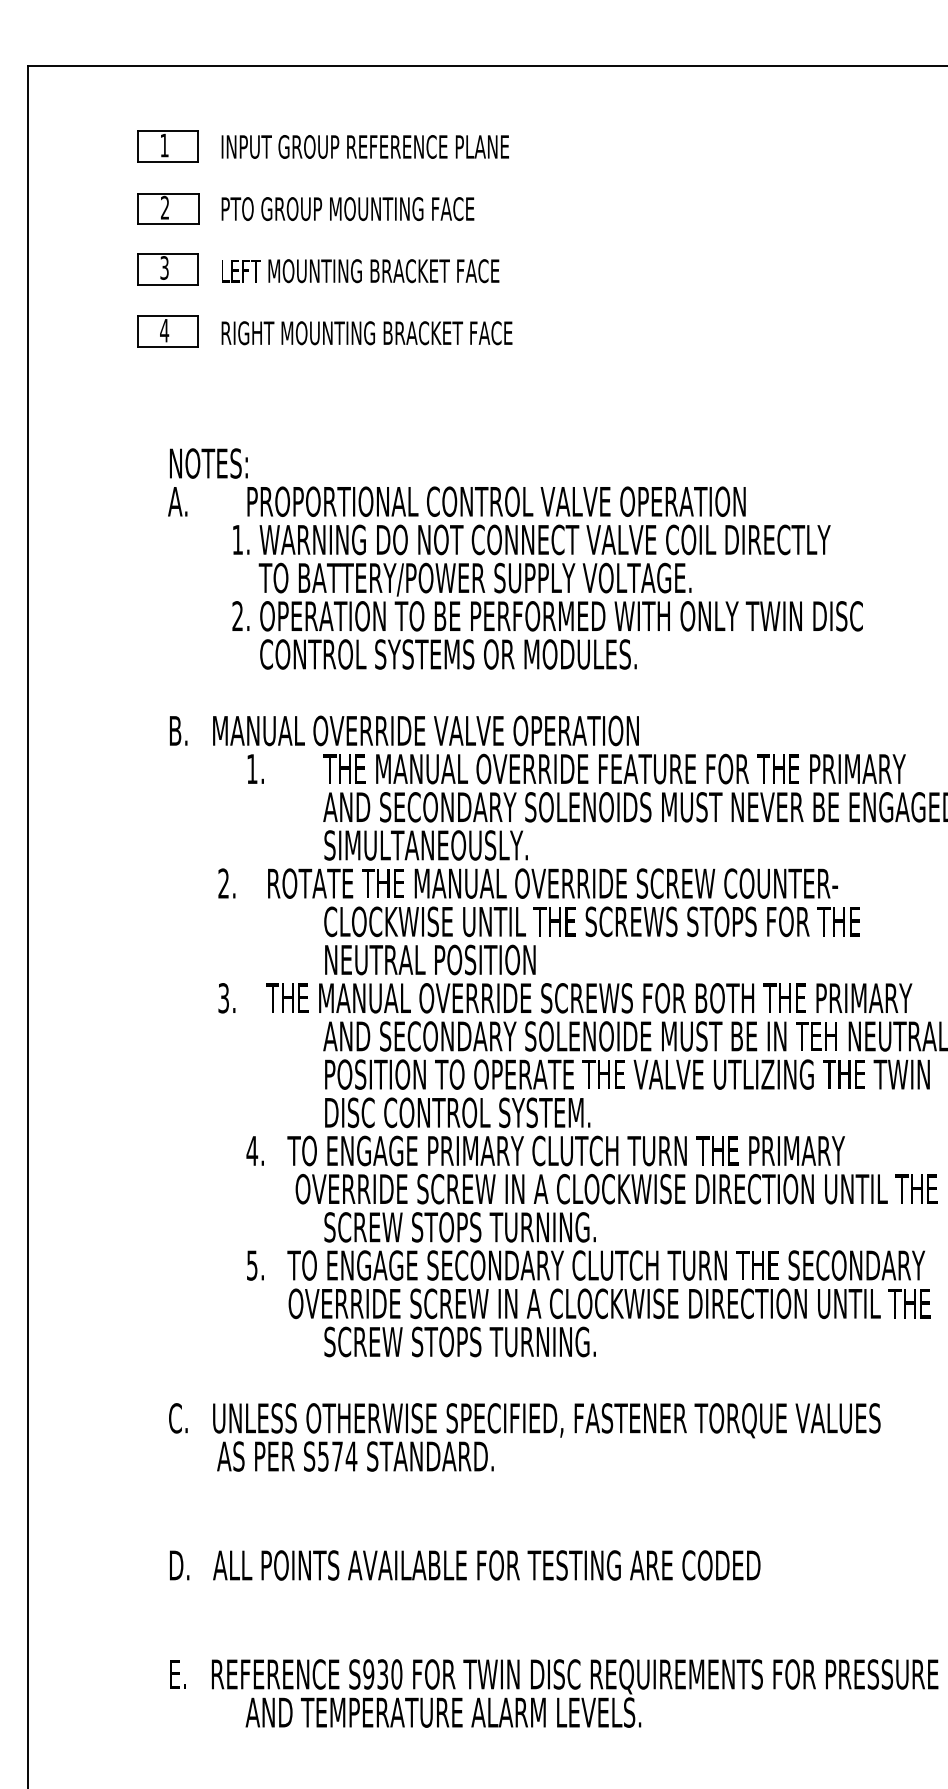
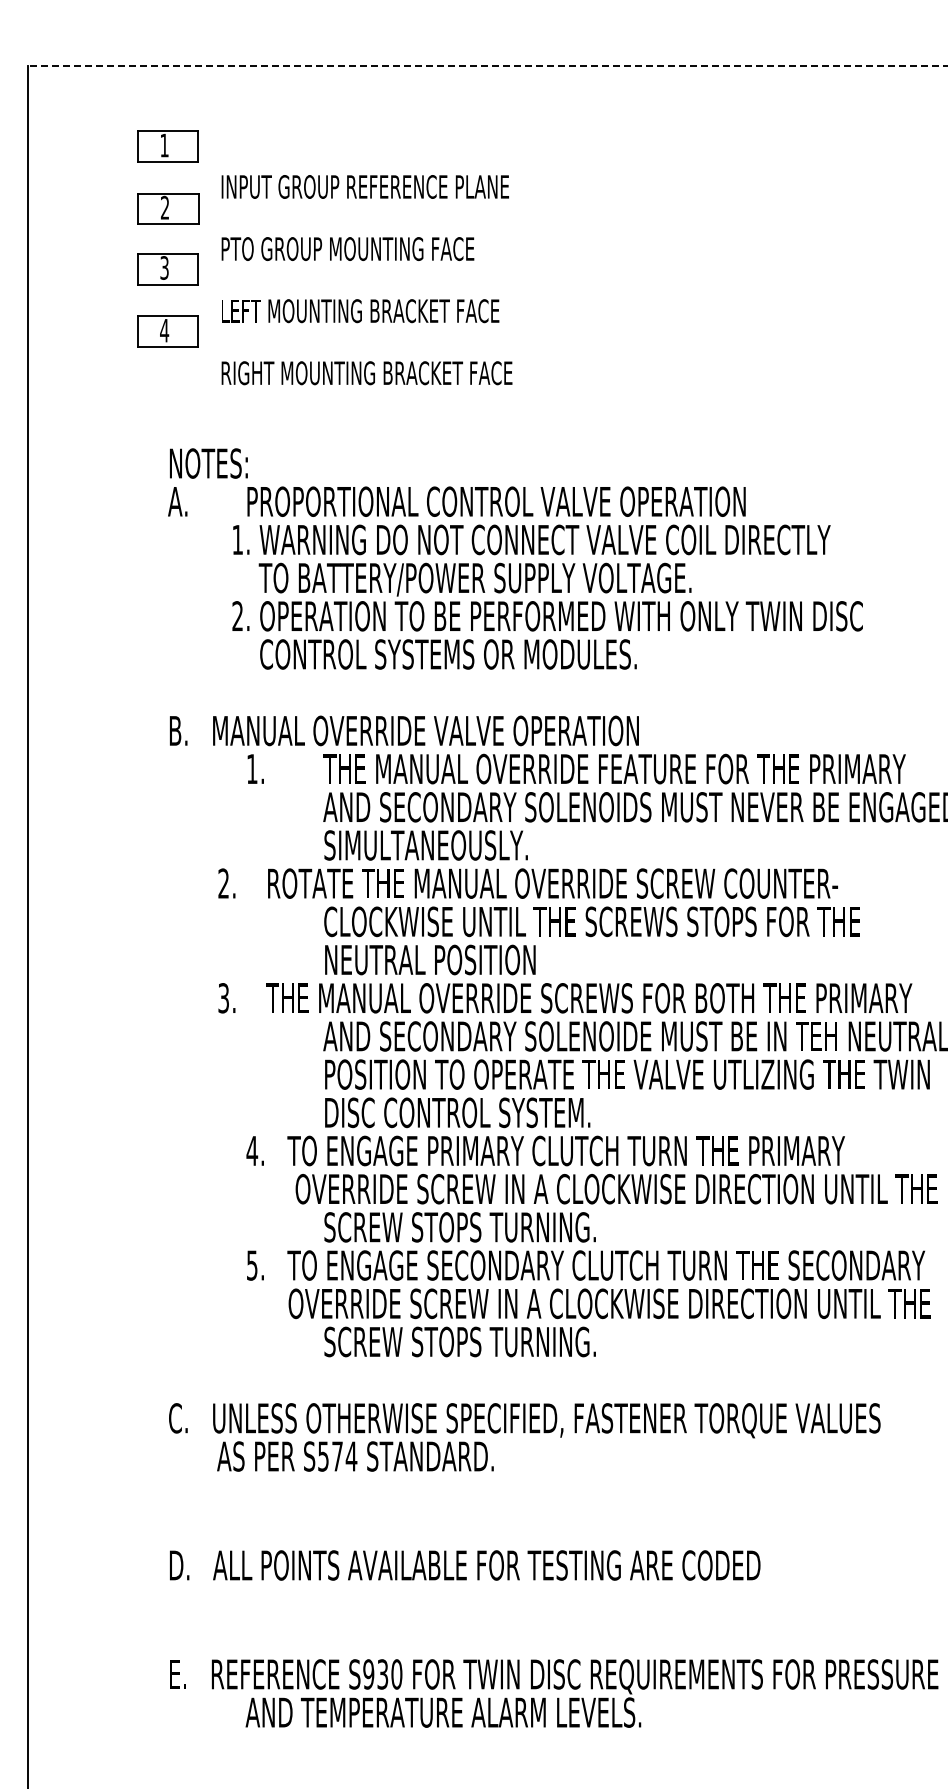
line at (487, 66): solid -> dashed
text at (366, 240) position: (366, 240) -> (366, 280)
